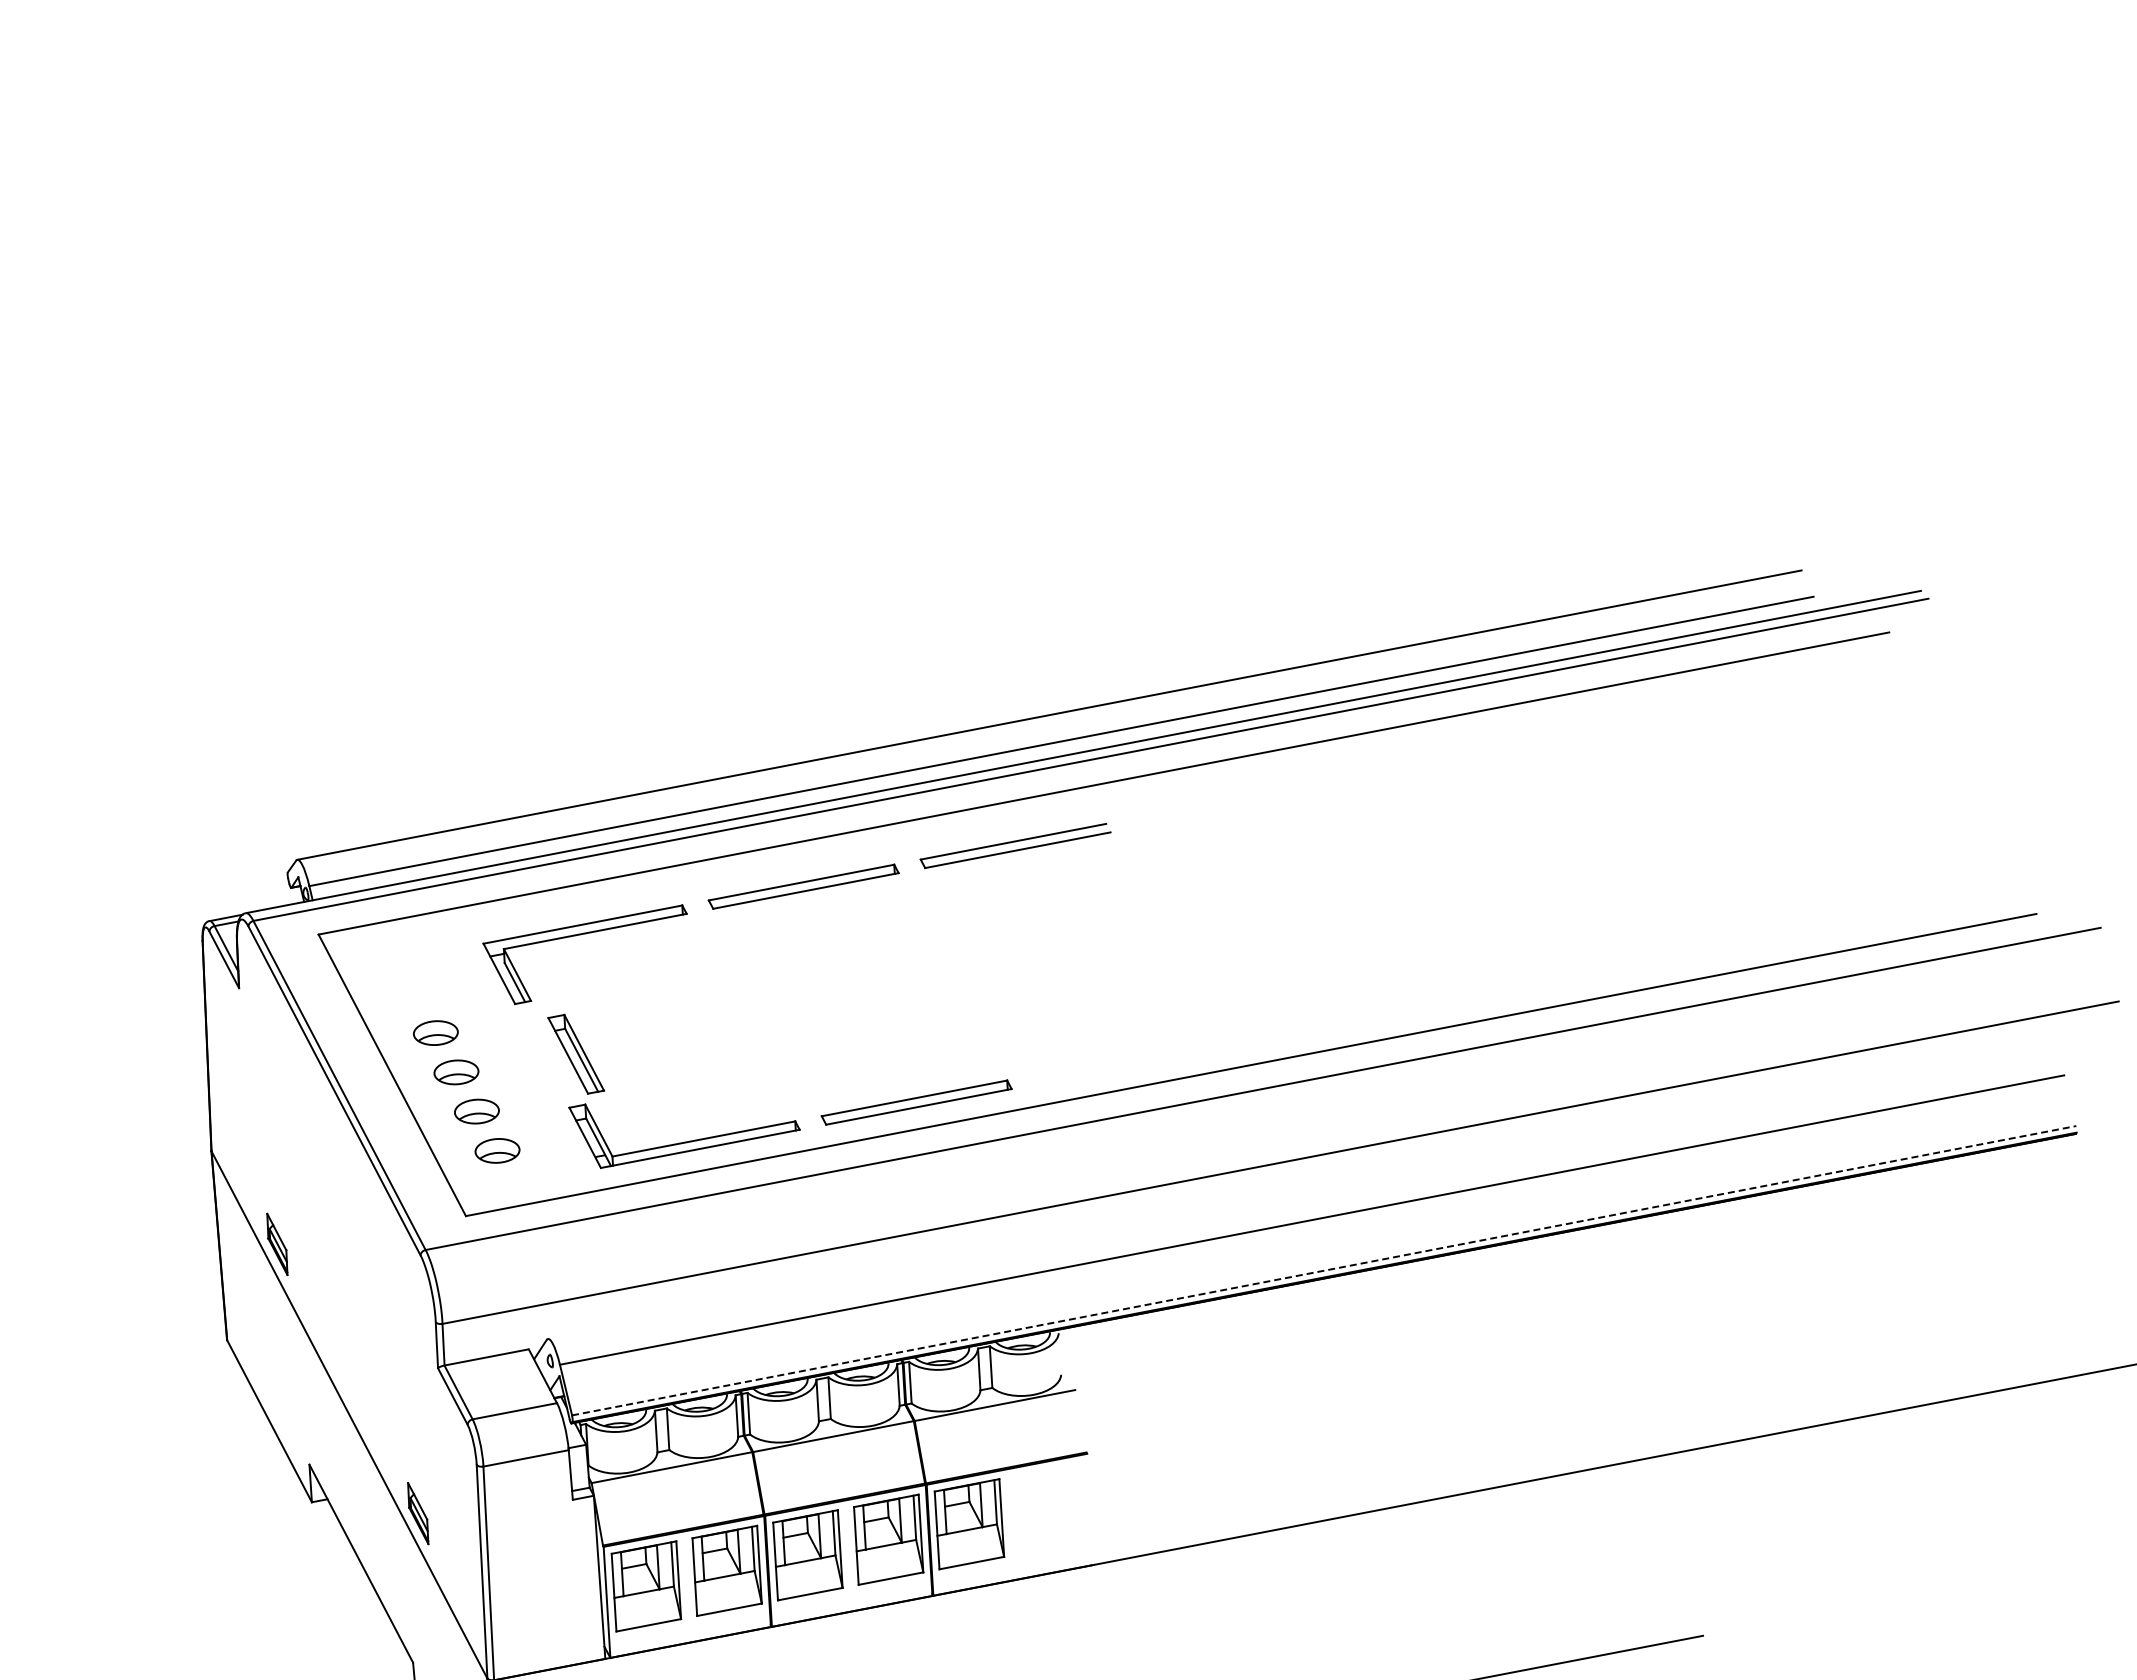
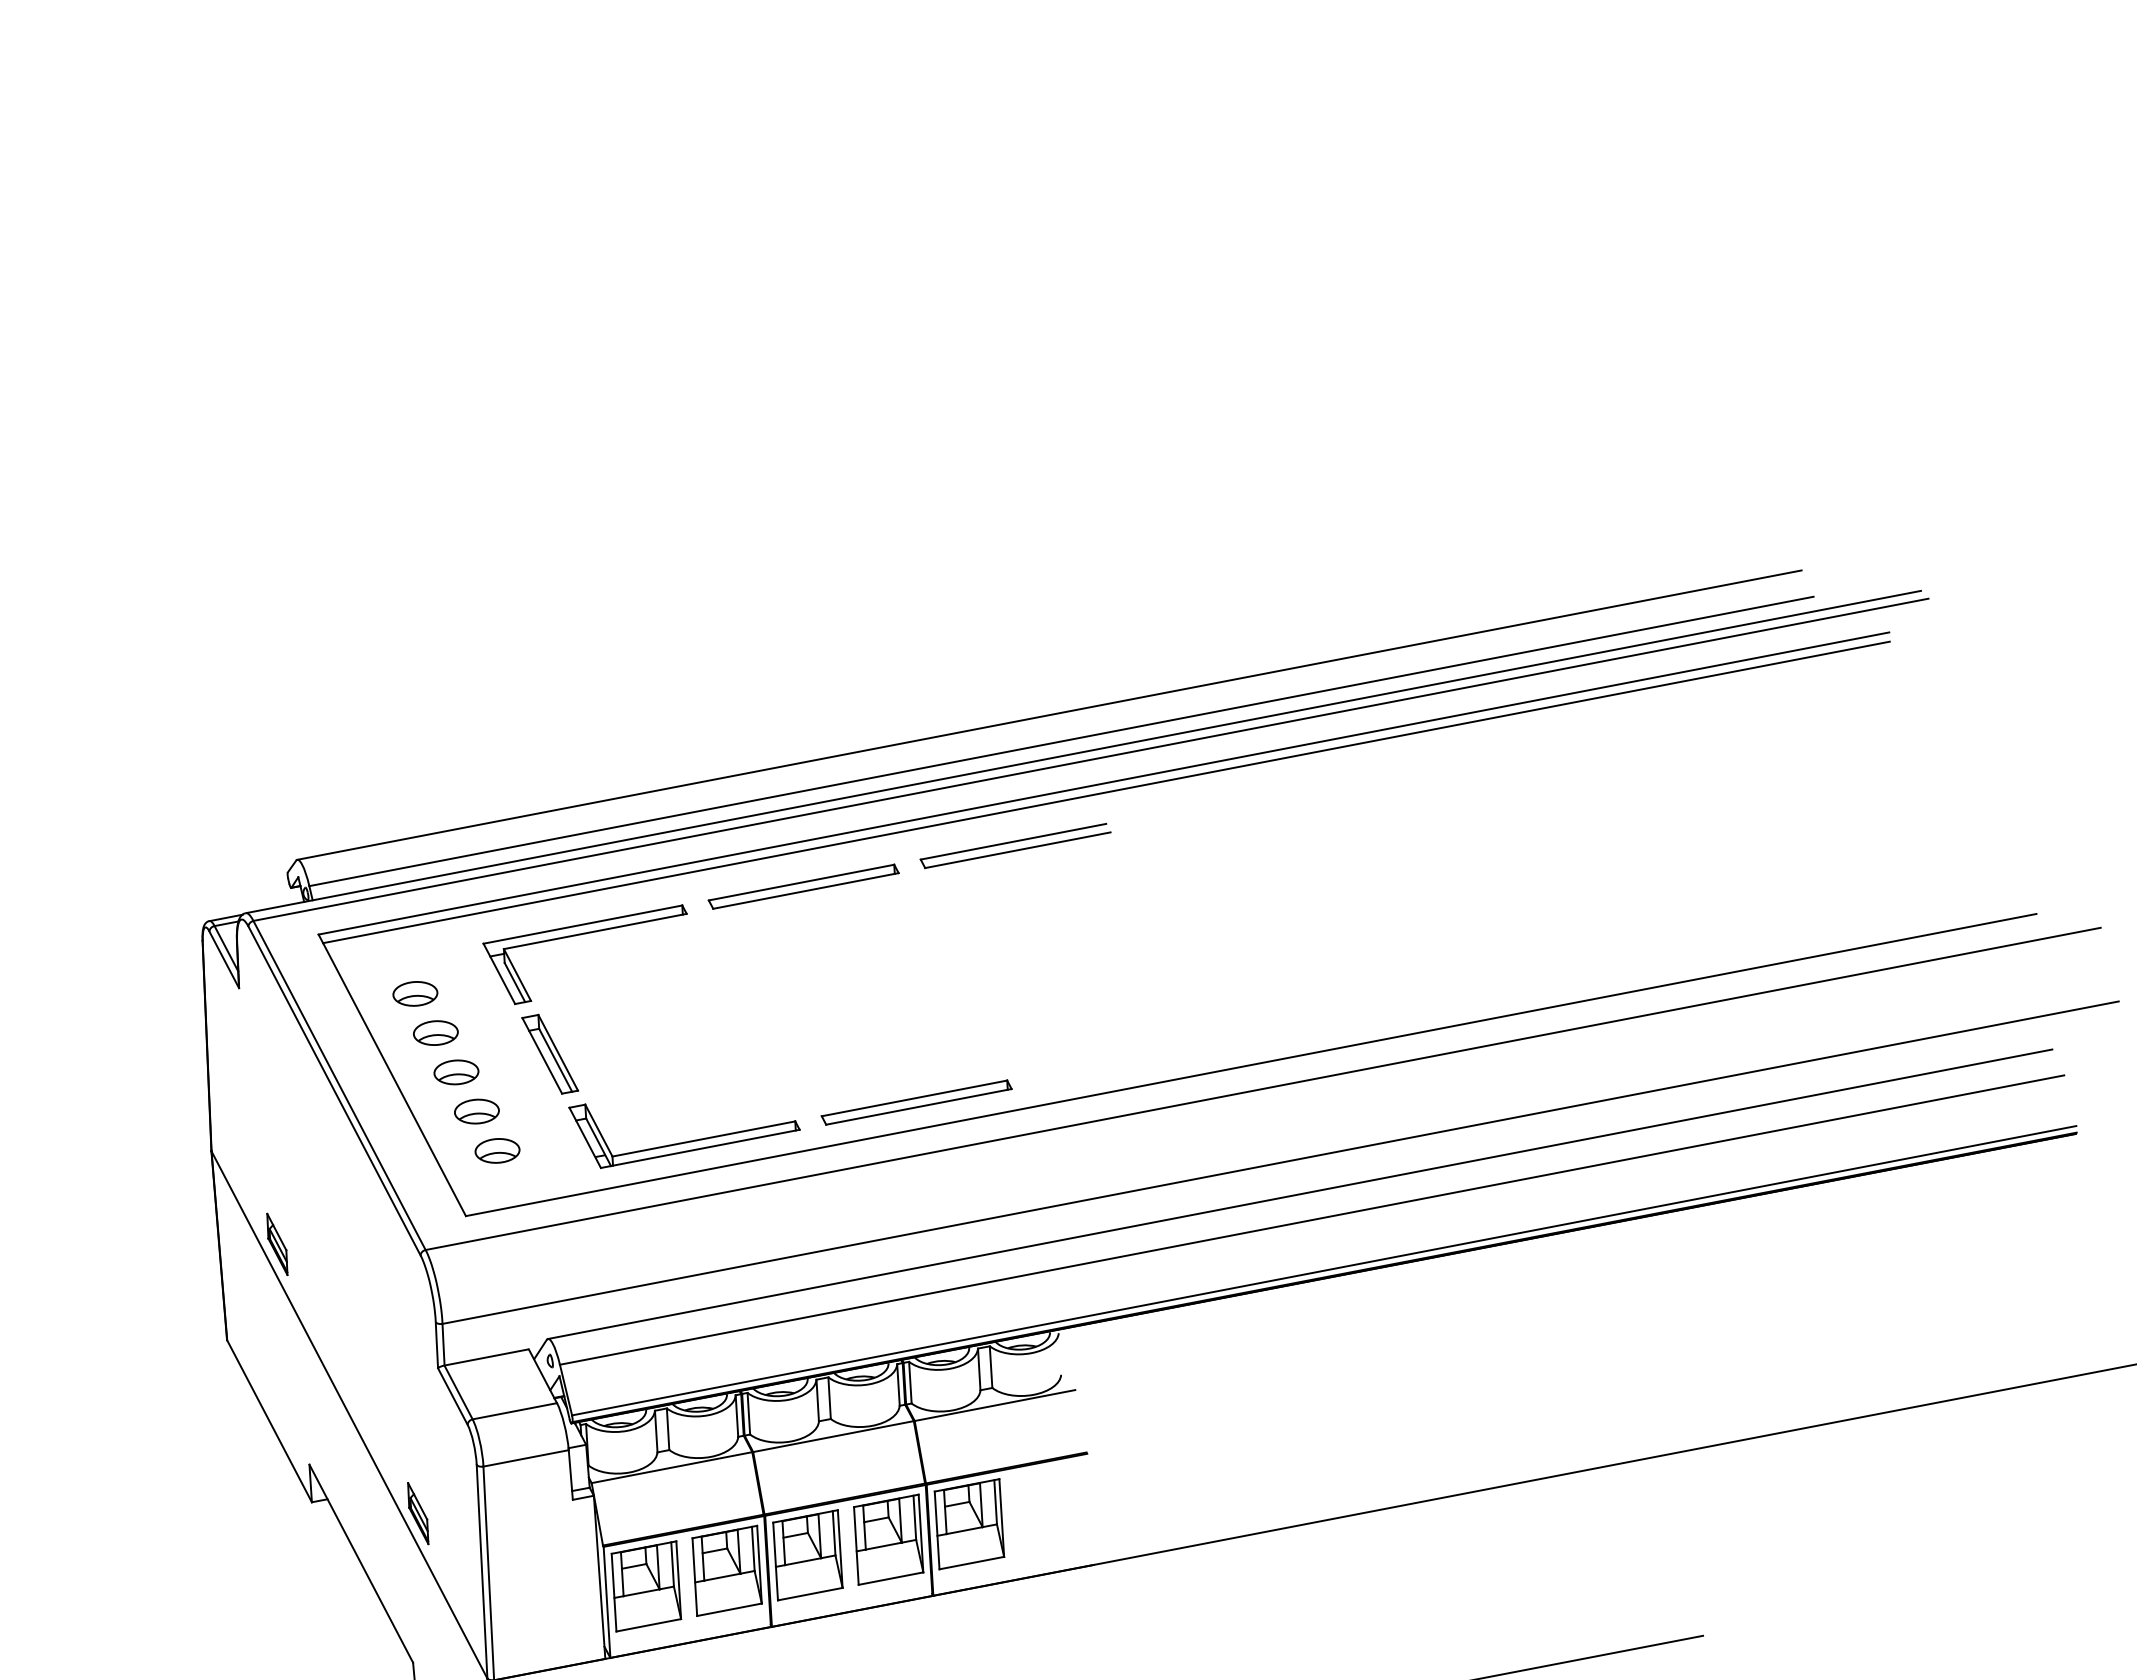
line at (1106, 792): none -> present
part at (415, 993): none -> present
part at (575, 1053) position: (575, 1053) -> (549, 1053)
line at (1300, 1193): none -> present
line at (1324, 1270): dashed -> solid
